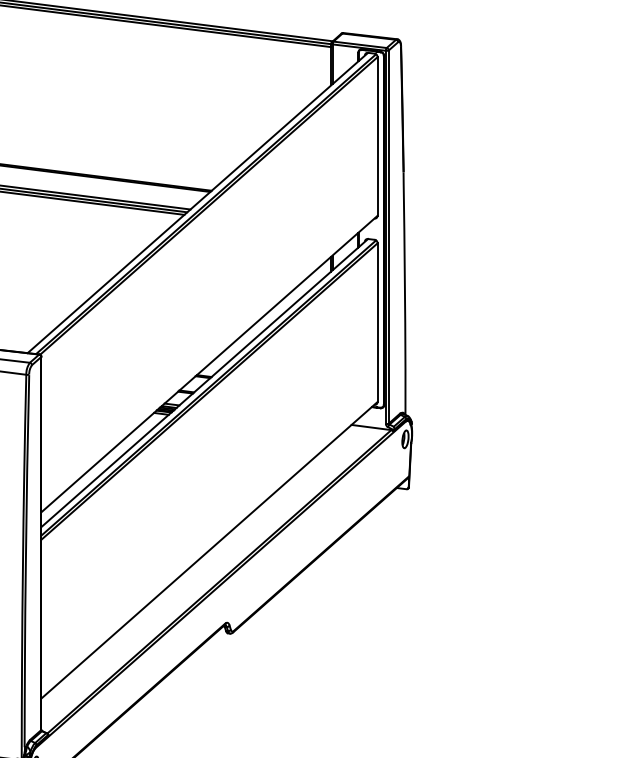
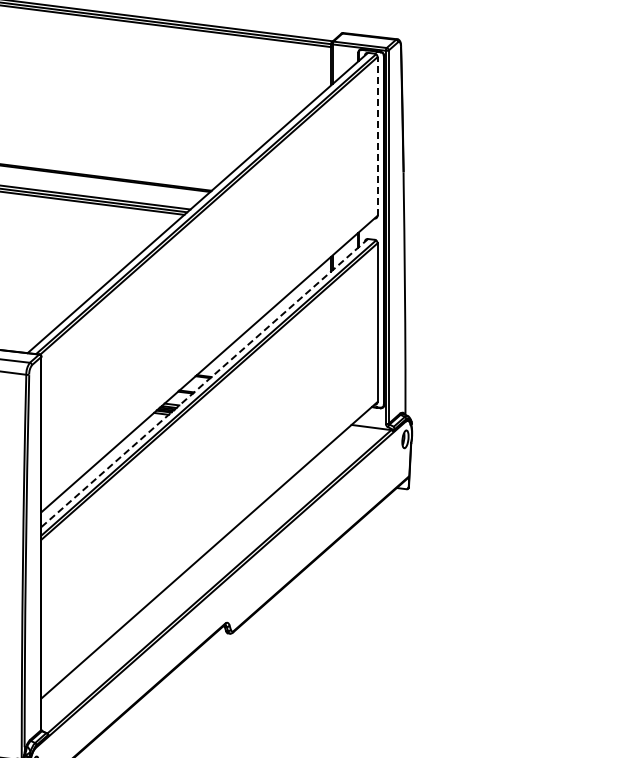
line at (377, 136): solid -> dashed
line at (204, 383): solid -> dashed
